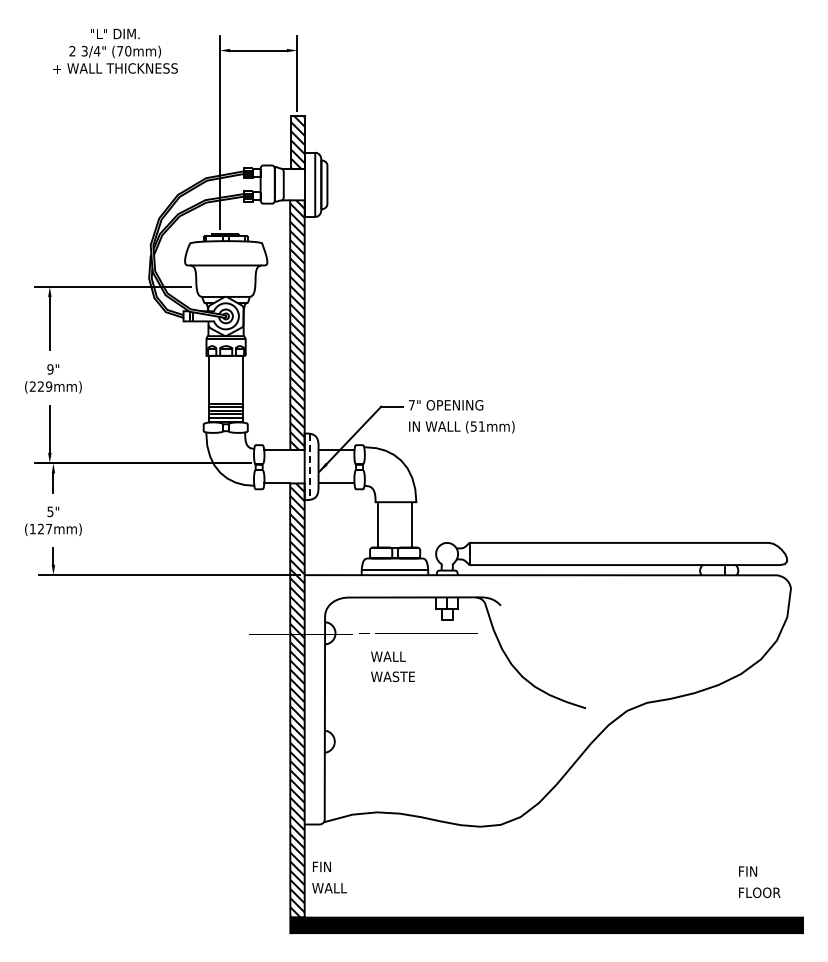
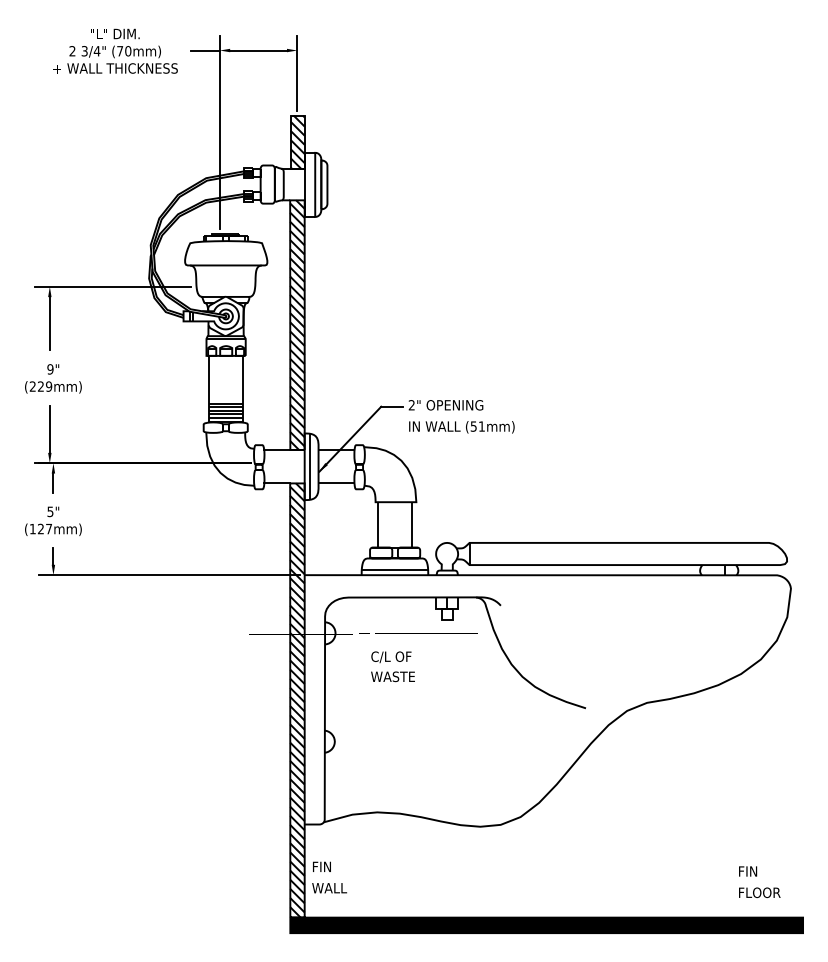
line at (204, 50): none -> present
text at (411, 405): 7" -> 2"
line at (310, 466): dashed -> solid
text at (391, 657): WALL -> C/L OF
